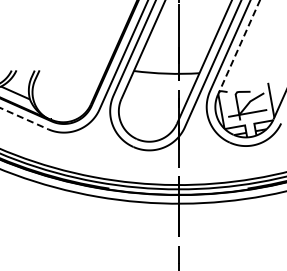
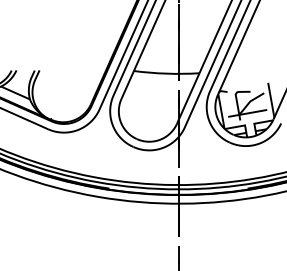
line at (238, 47): dashed -> solid
line at (24, 118): dashed -> solid
